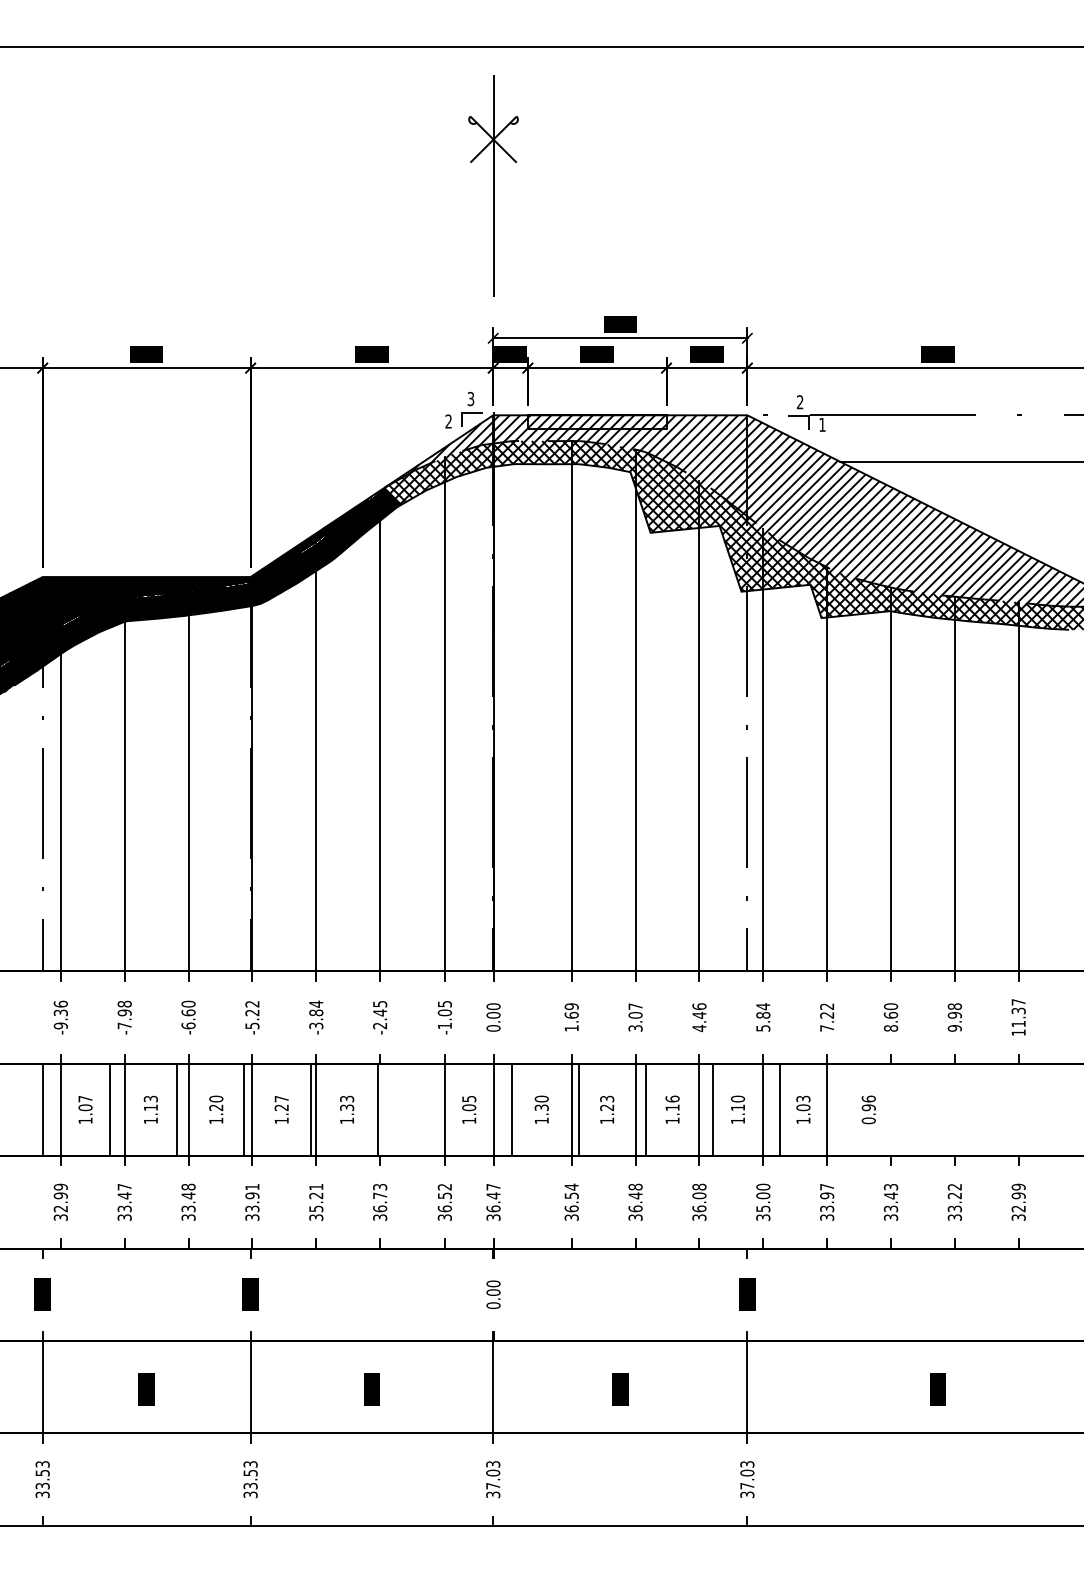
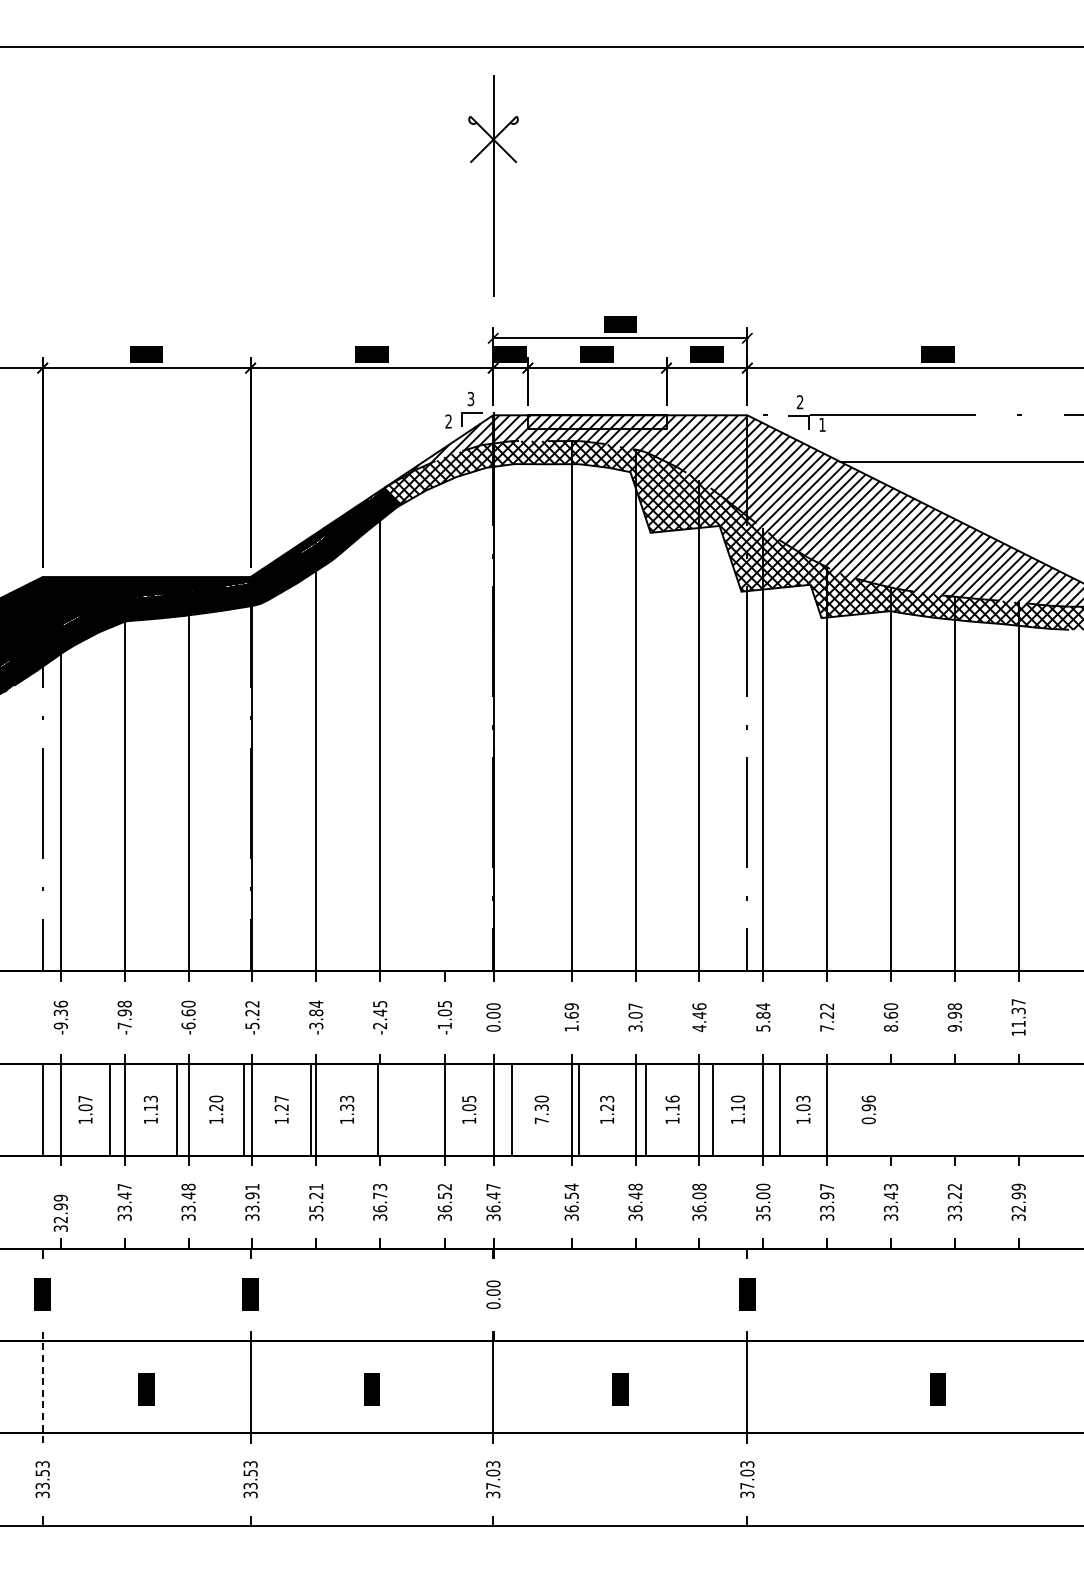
line at (444, 713): present -> none
text at (541, 1120): 1.30 -> 7.30
text at (60, 1201) position: (60, 1201) -> (60, 1212)
line at (42, 1387): solid -> dashed
